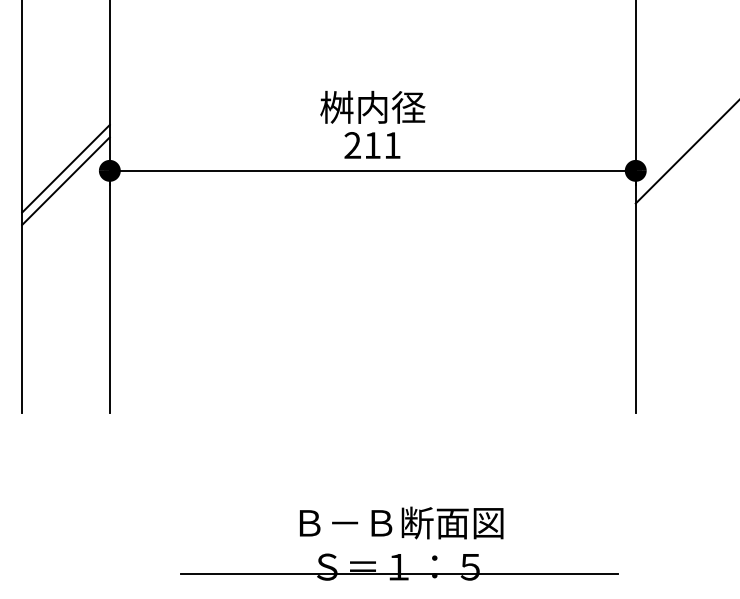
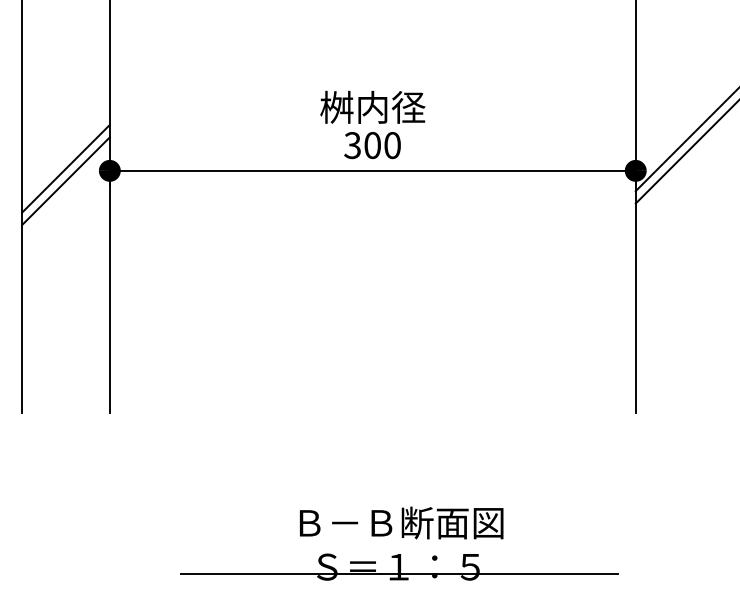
line at (685, 140): none -> present
text at (372, 145): 211 -> 300
